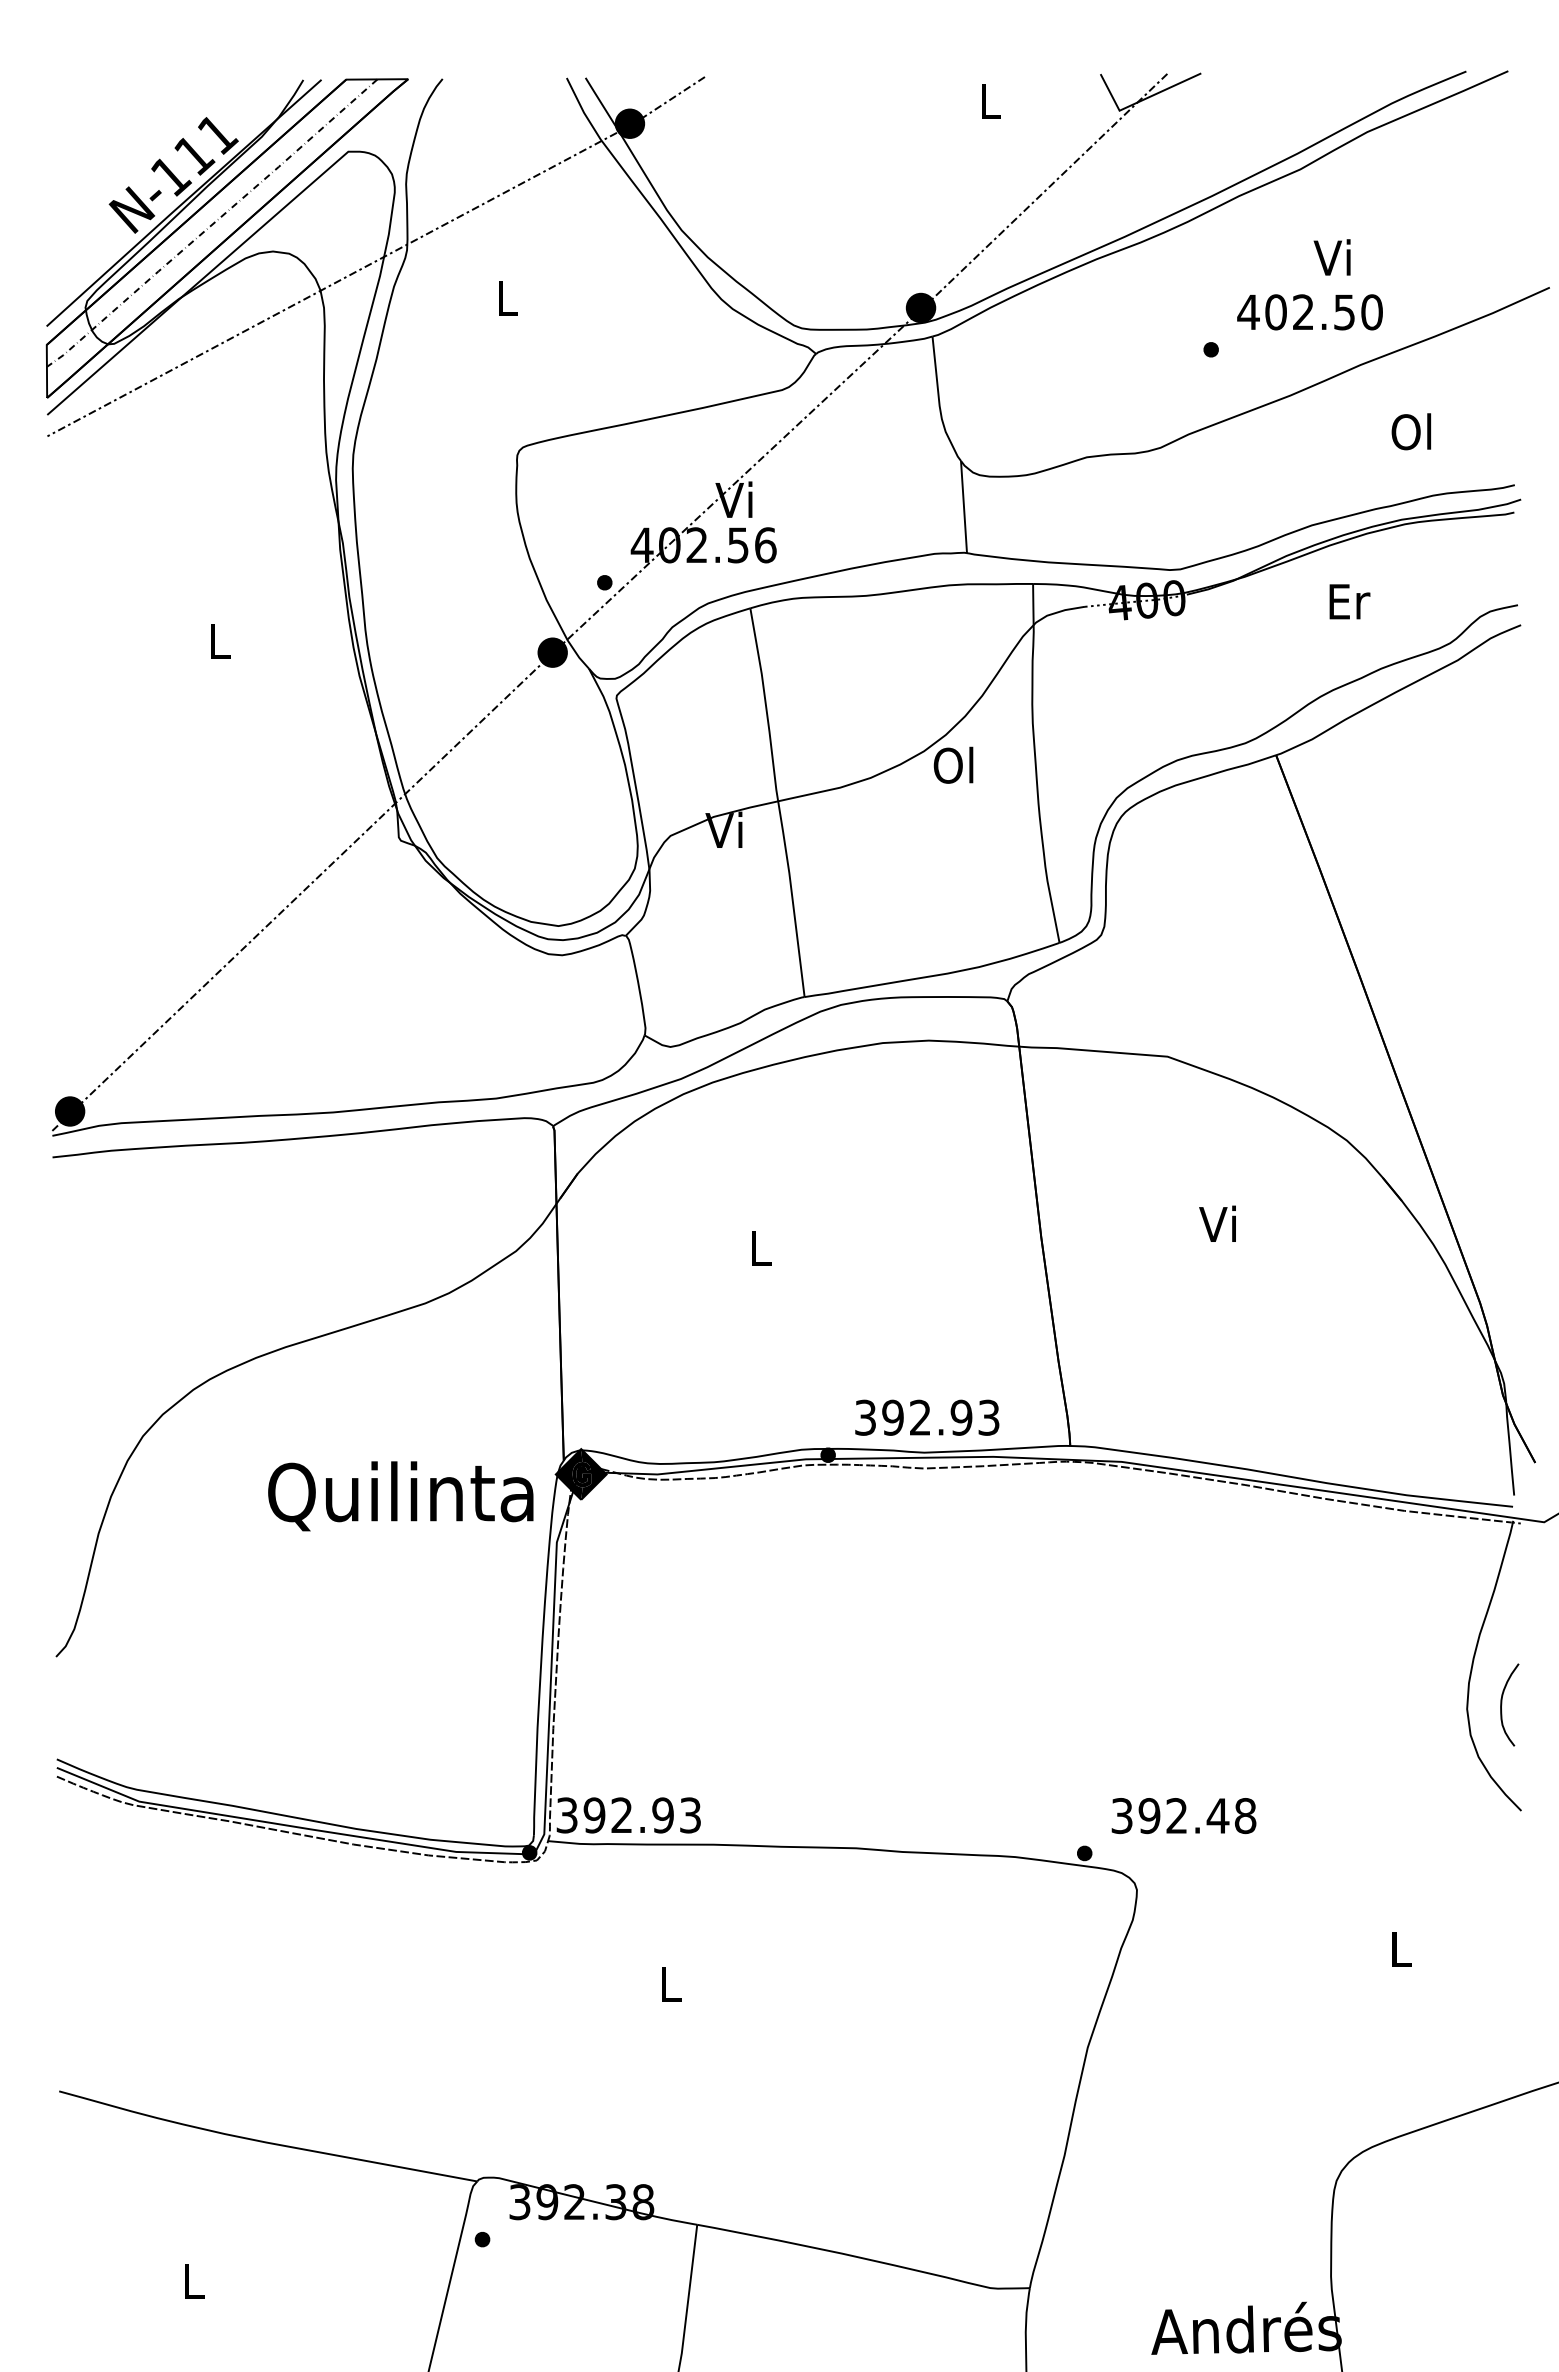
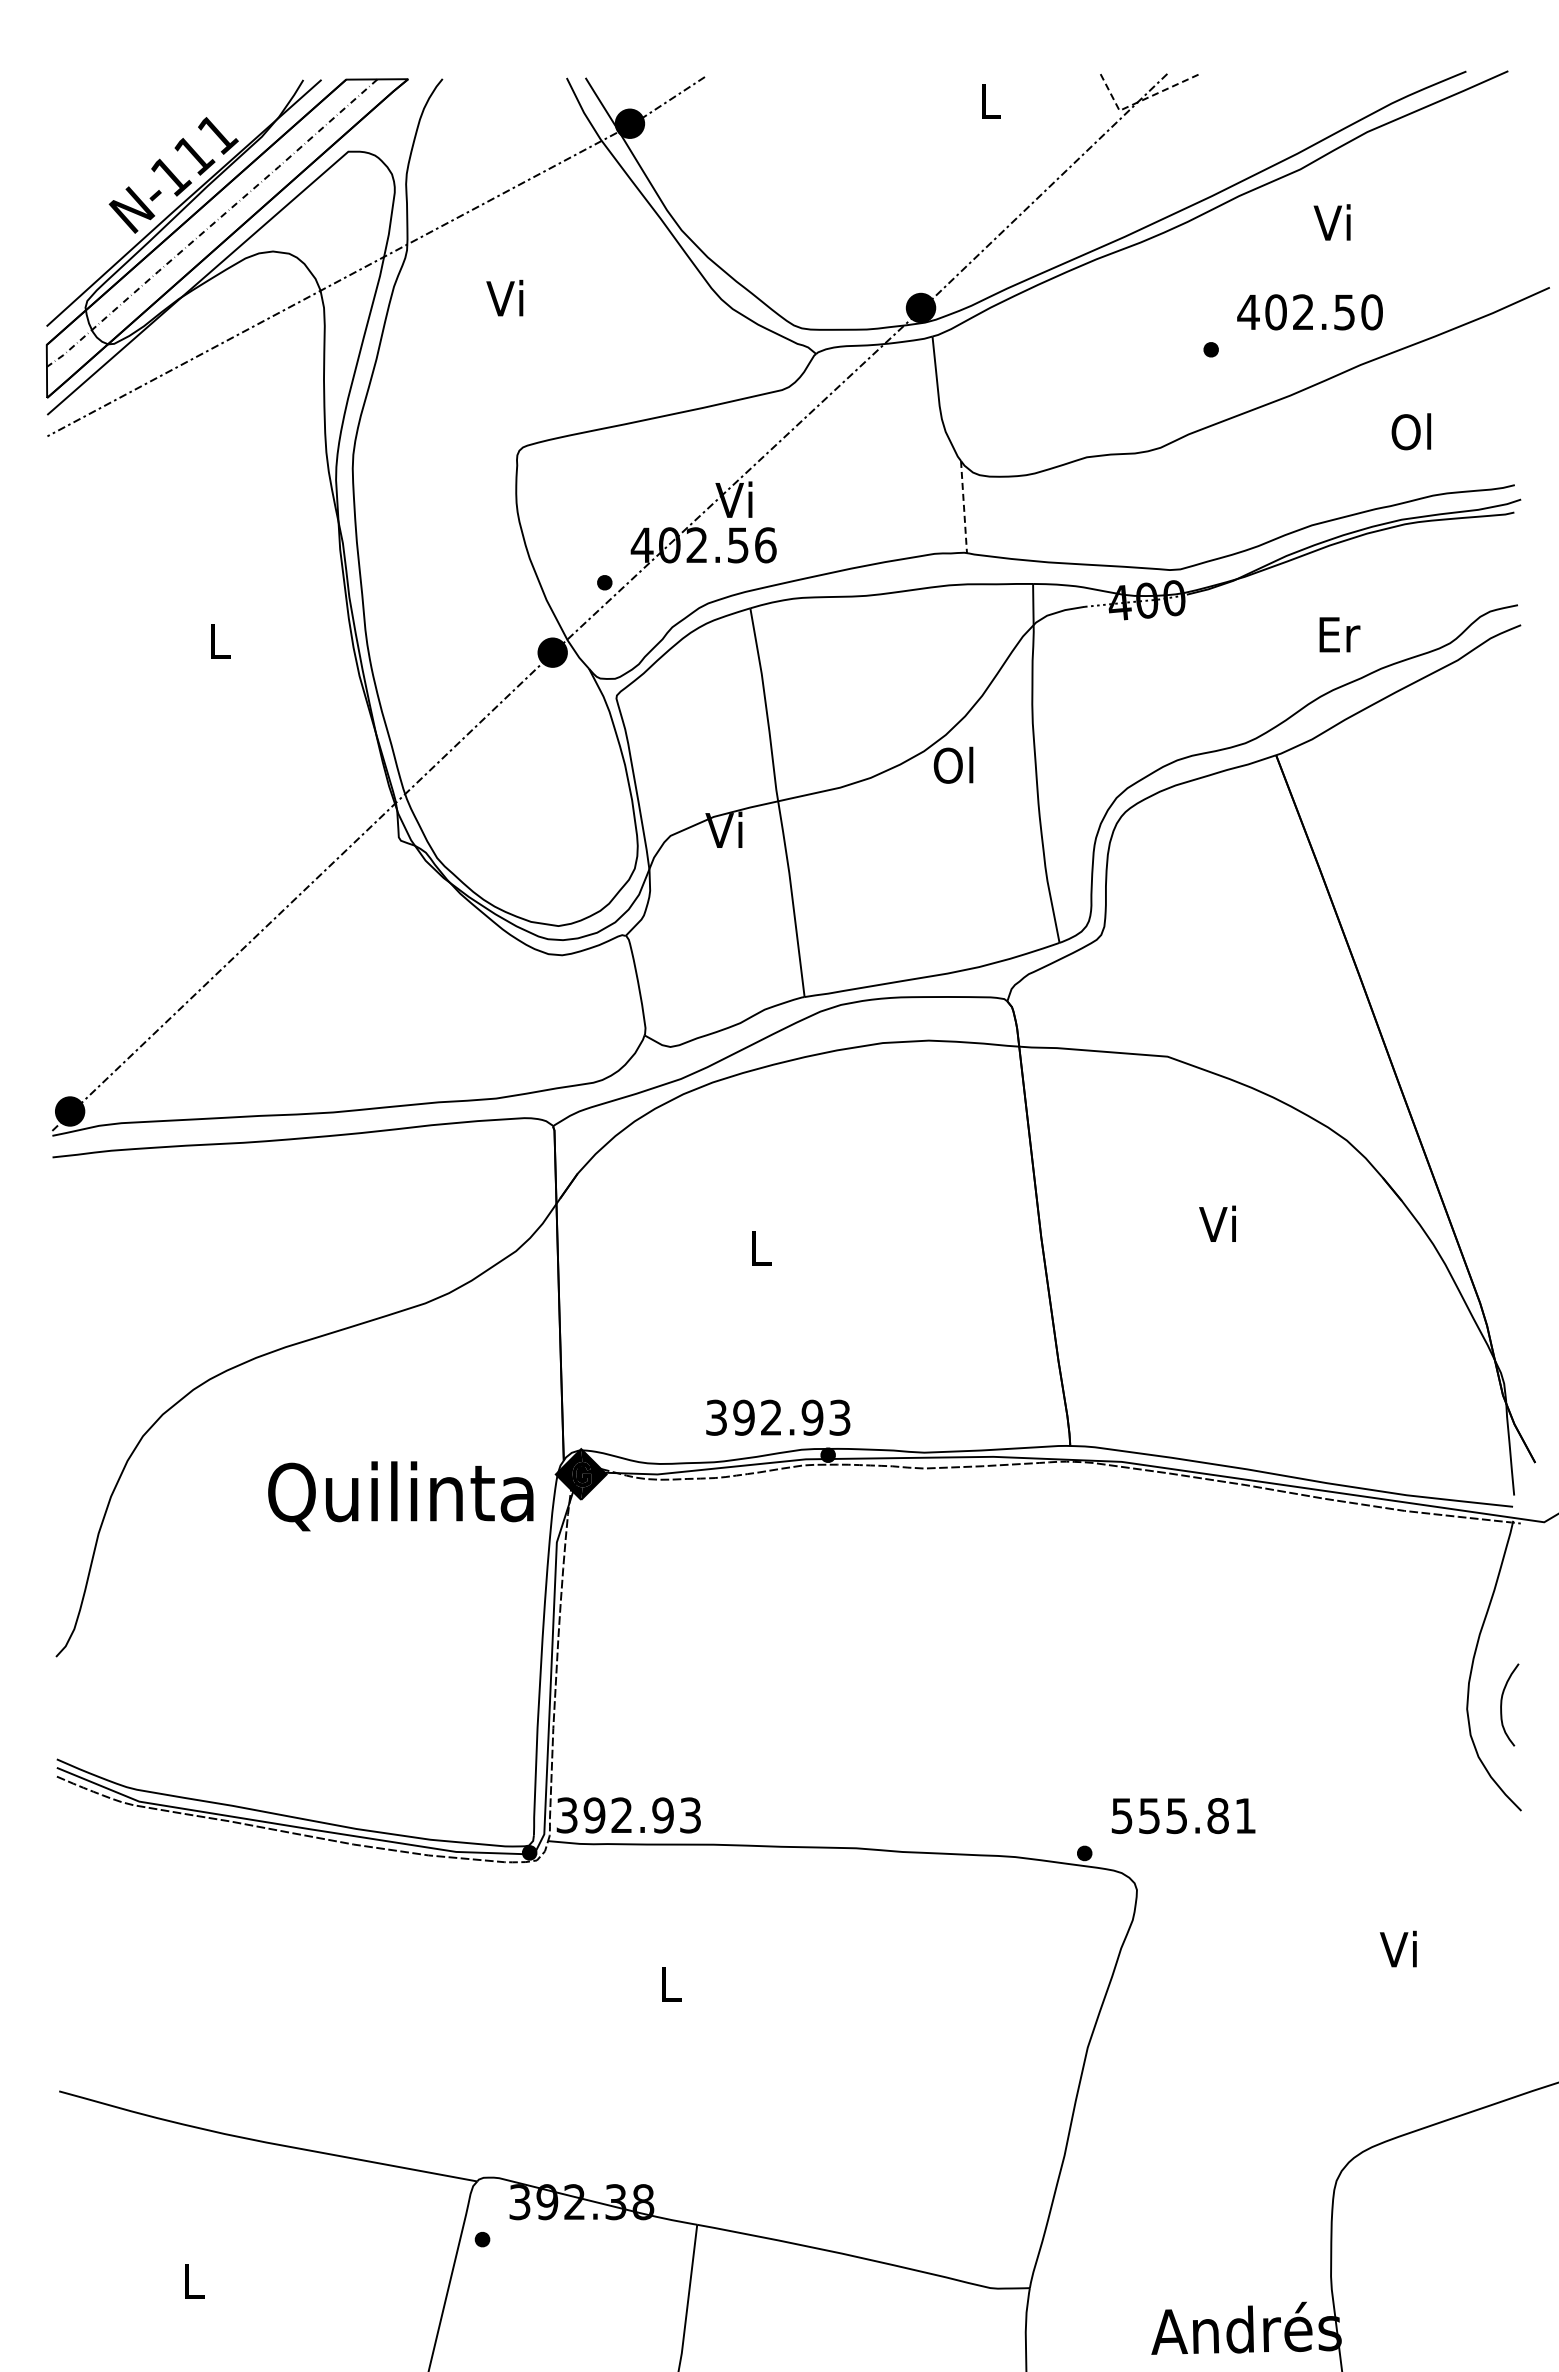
line at (1141, 100): solid -> dashed
text at (1331, 257) position: (1331, 257) -> (1331, 222)
text at (504, 297): L -> Vi
line at (964, 507): solid -> dashed
text at (1349, 601) position: (1349, 601) -> (1339, 634)
text at (927, 1417) position: (927, 1417) -> (778, 1417)
text at (1184, 1816): 392.48 -> 555.81
text at (1397, 1948): L -> Vi
